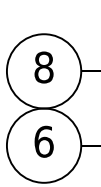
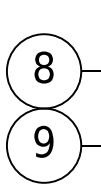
text at (43, 141): 6 -> 9
